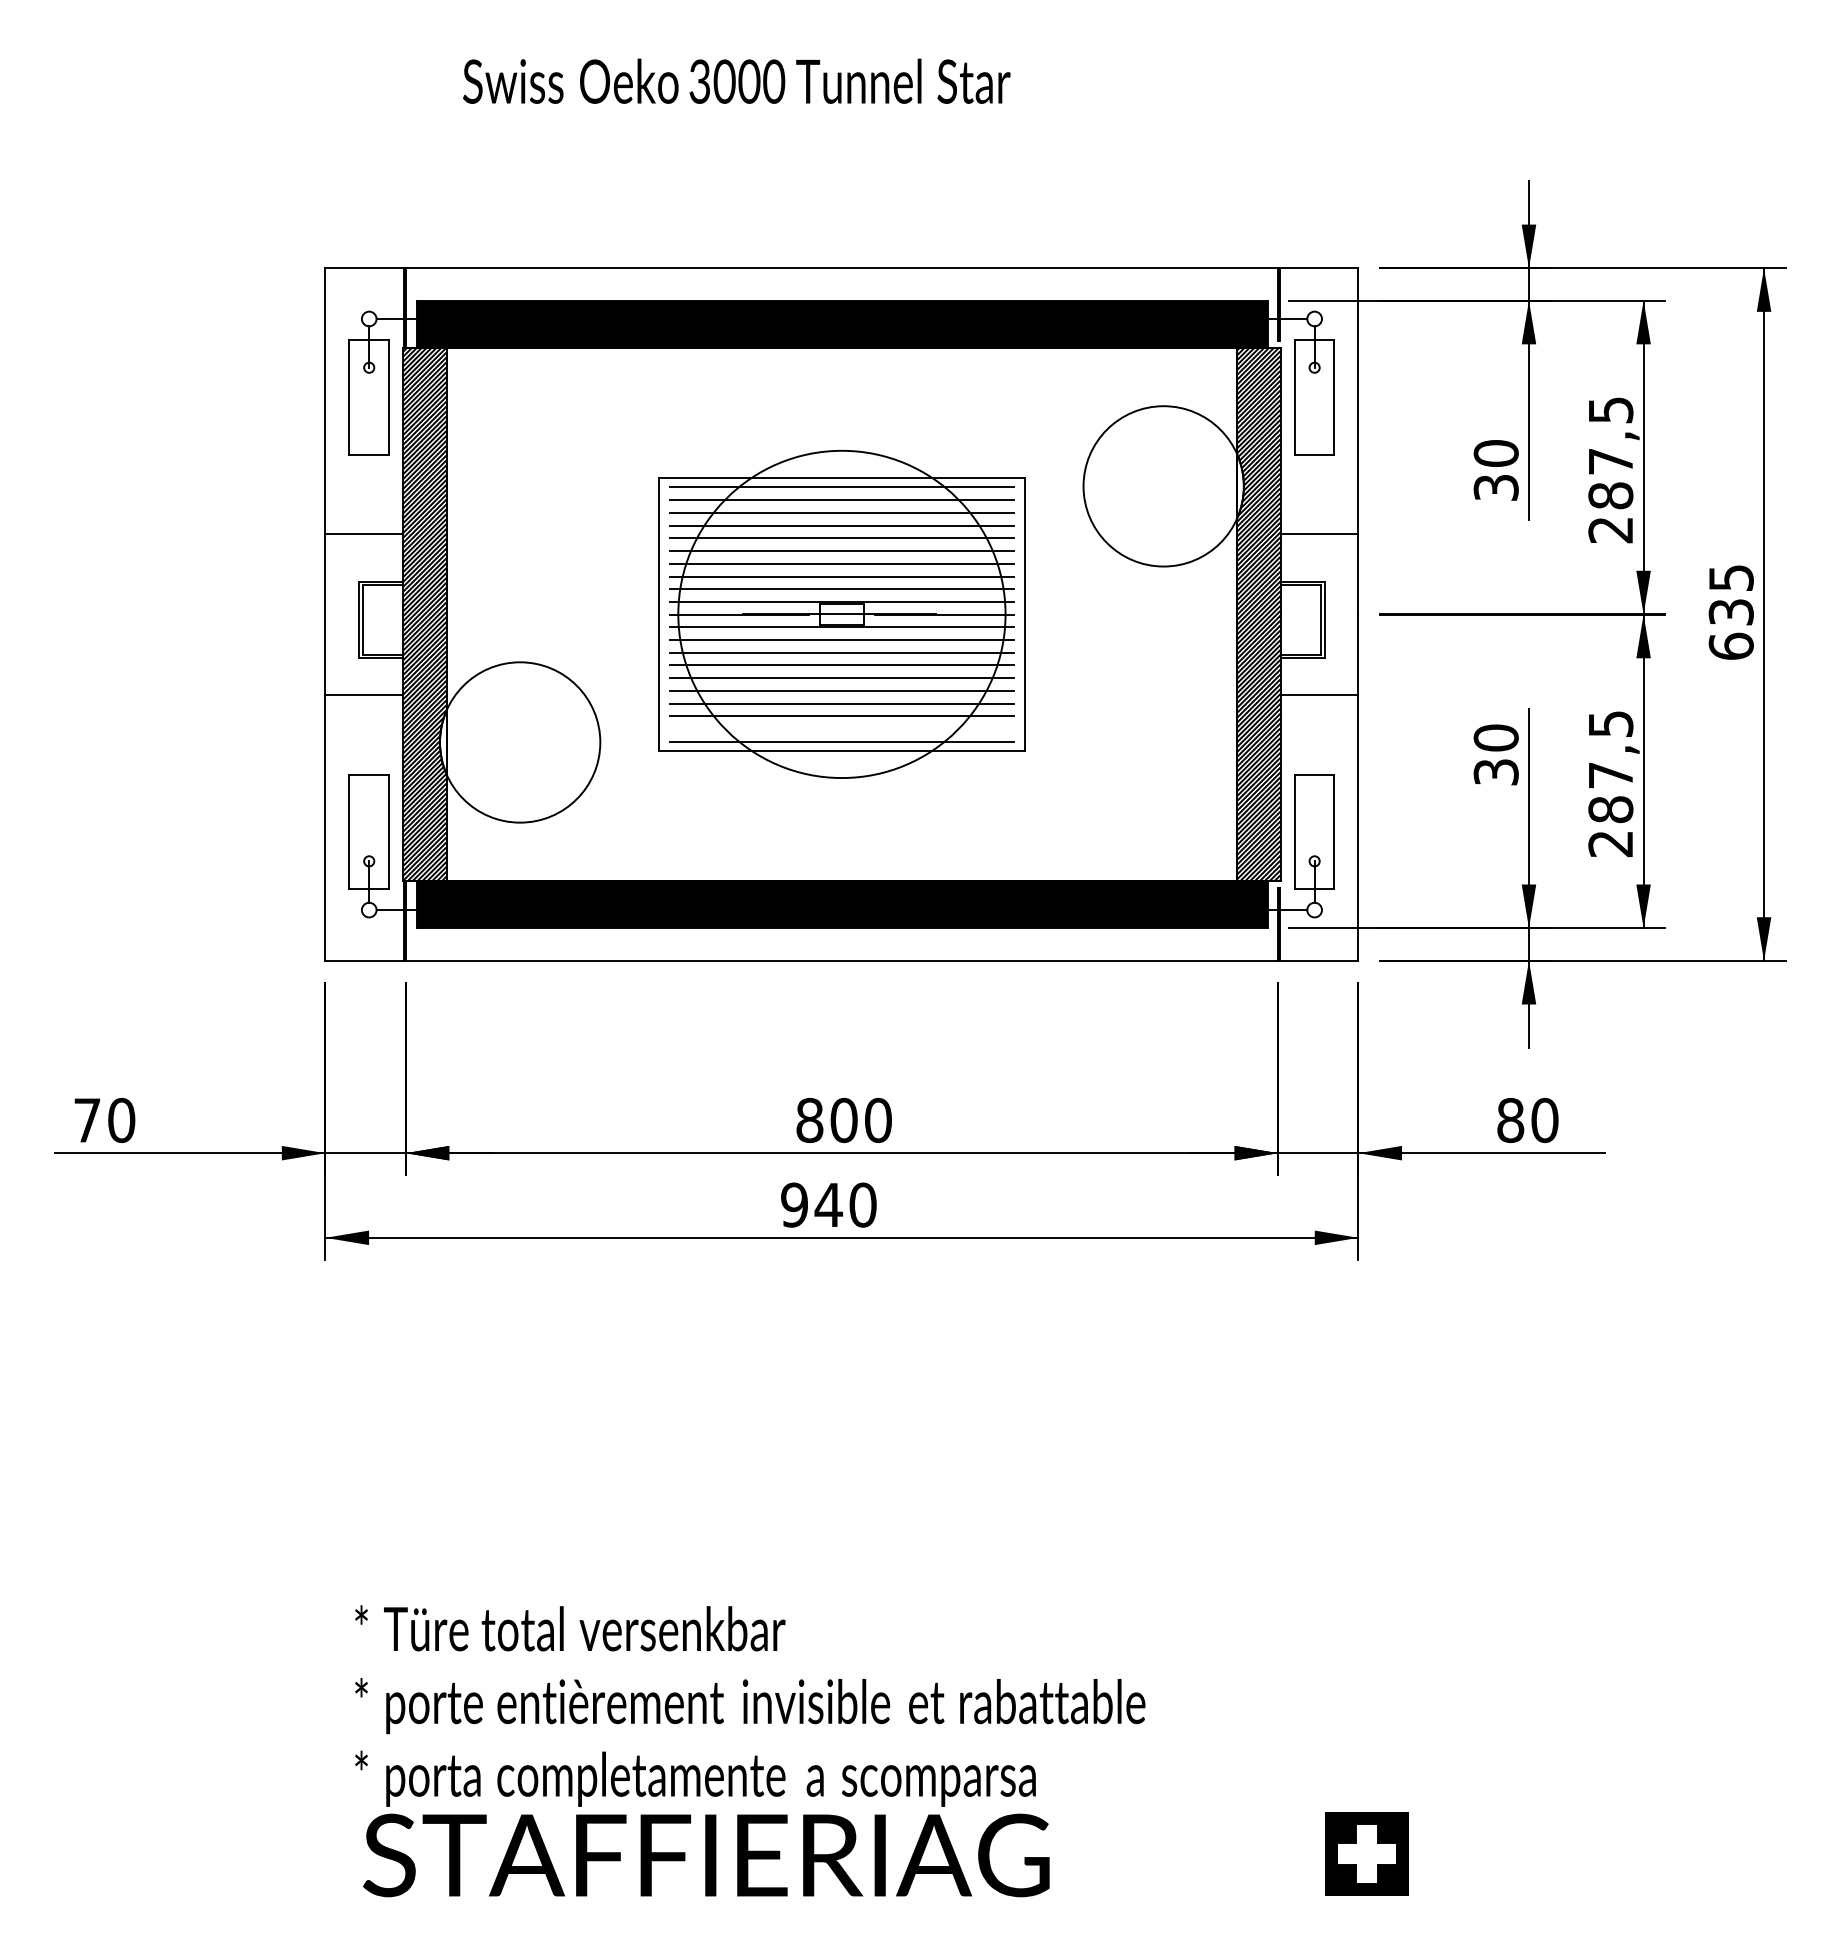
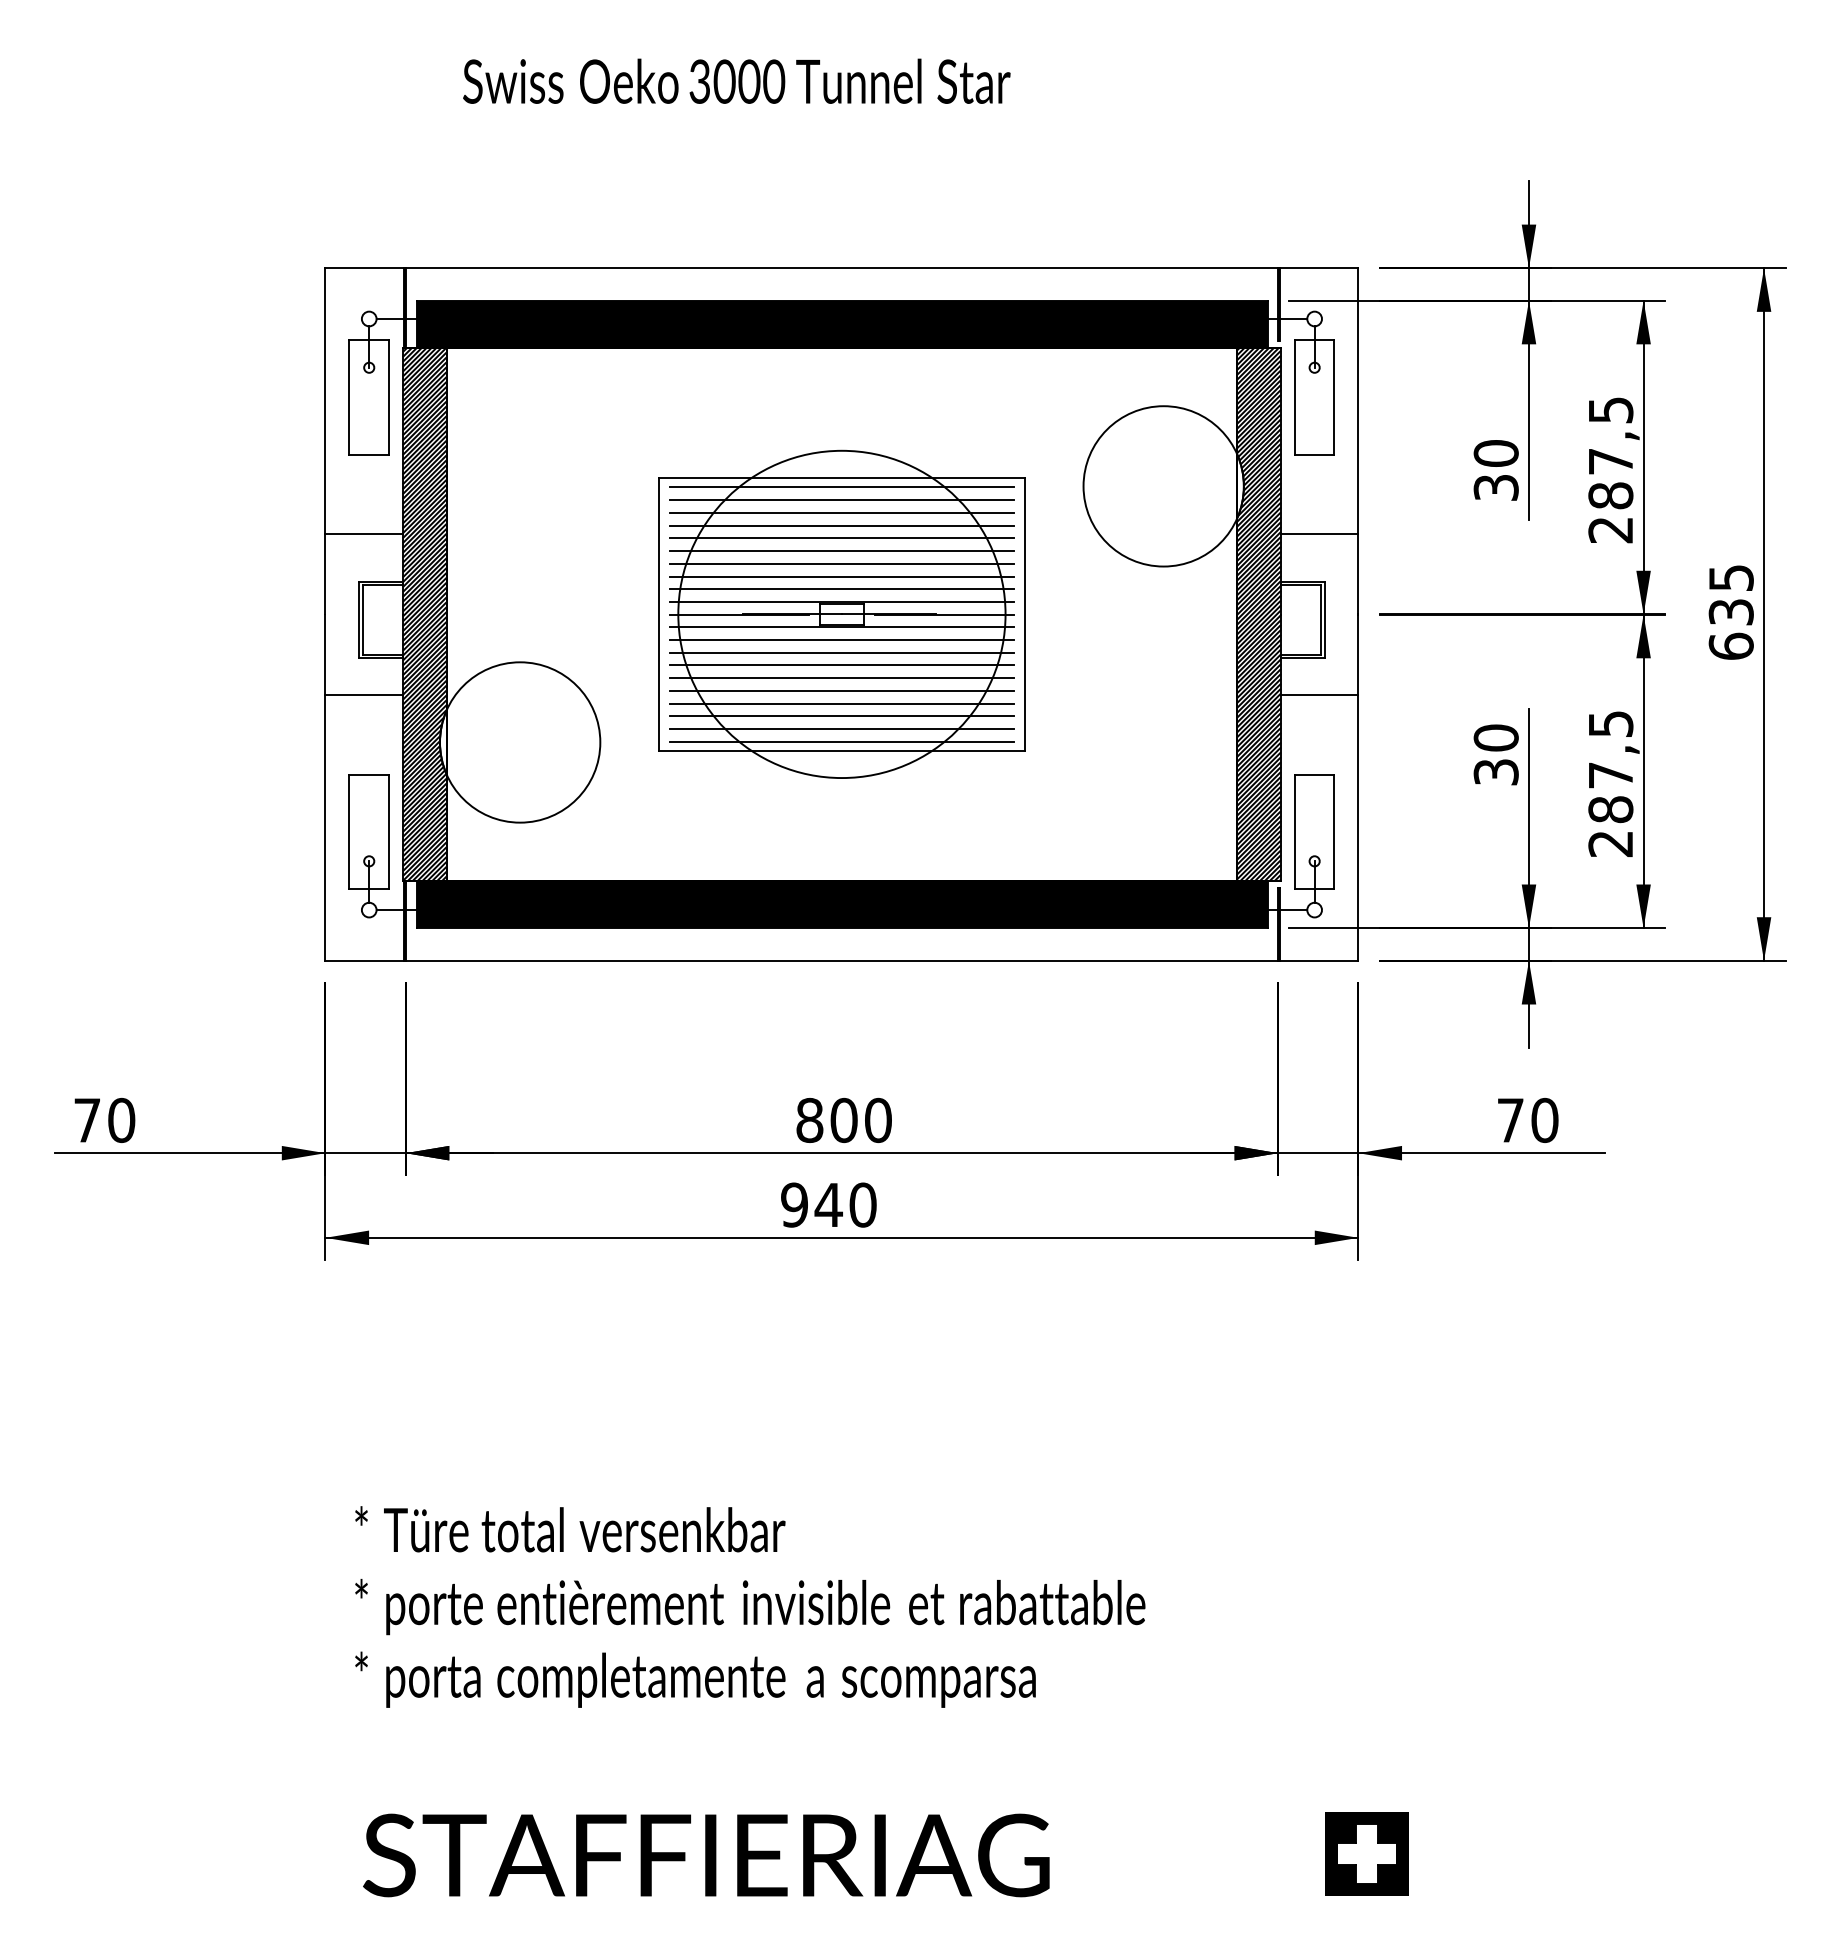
line at (841, 729): none -> present
text at (1510, 1120): 80 -> 70
text at (750, 1705) position: (750, 1705) -> (750, 1606)
